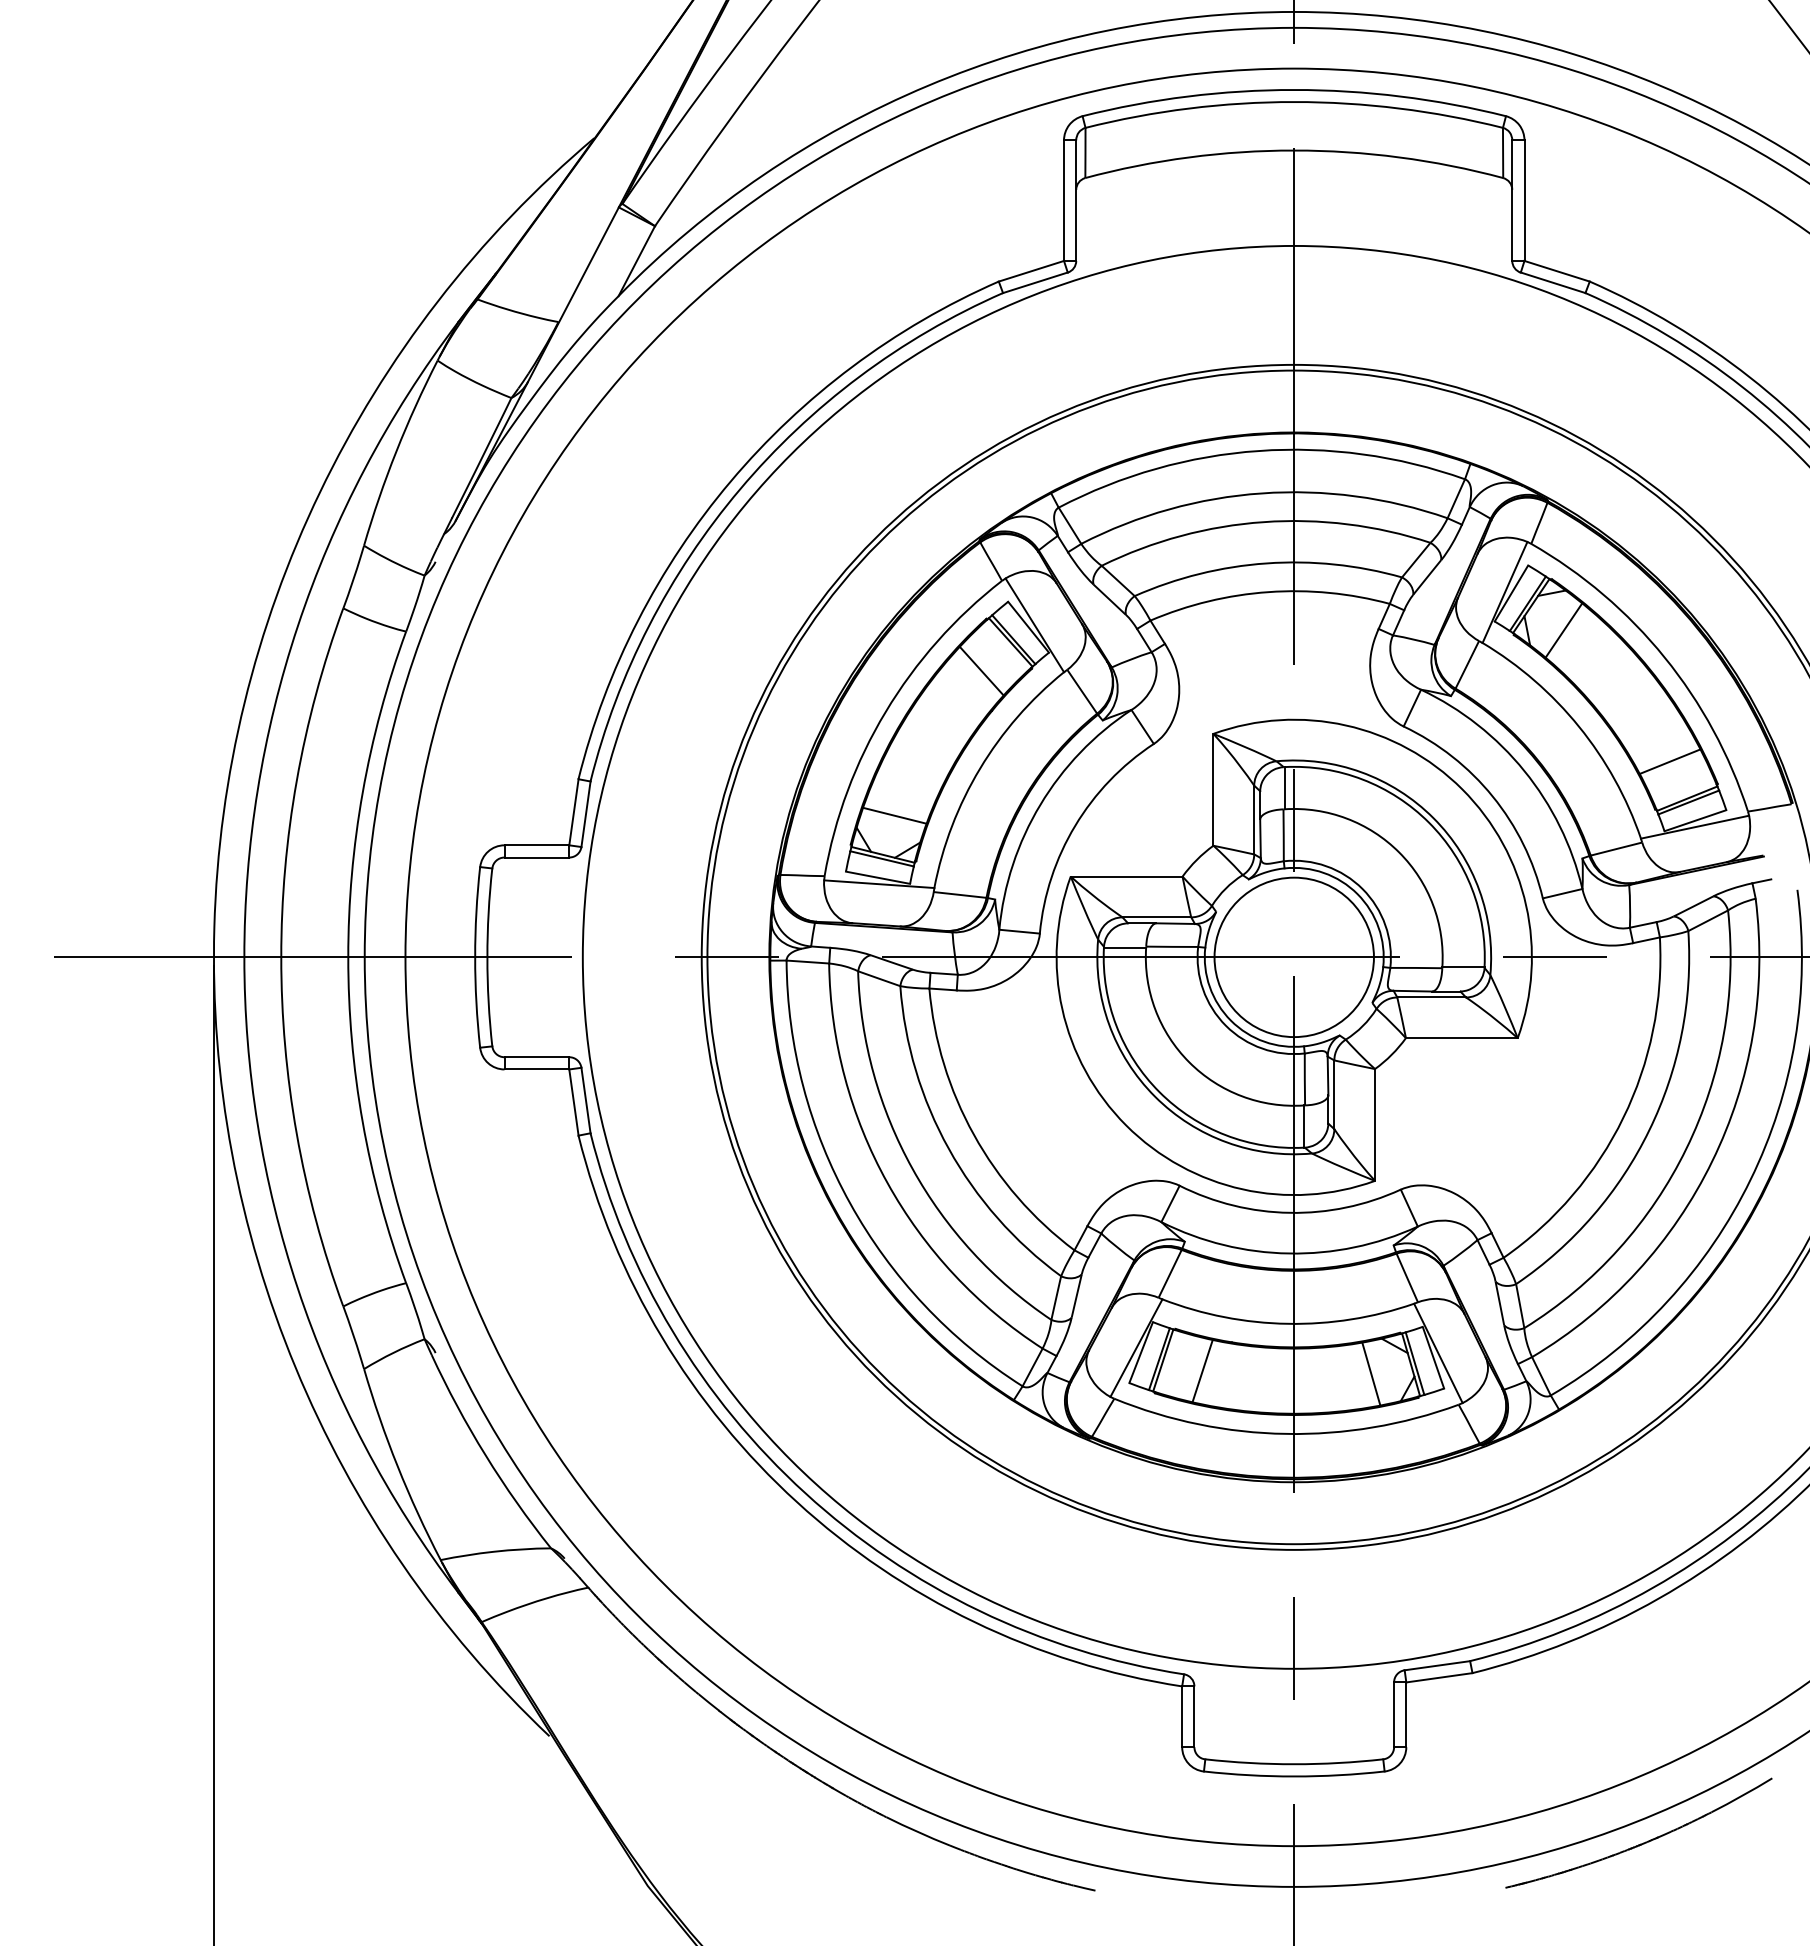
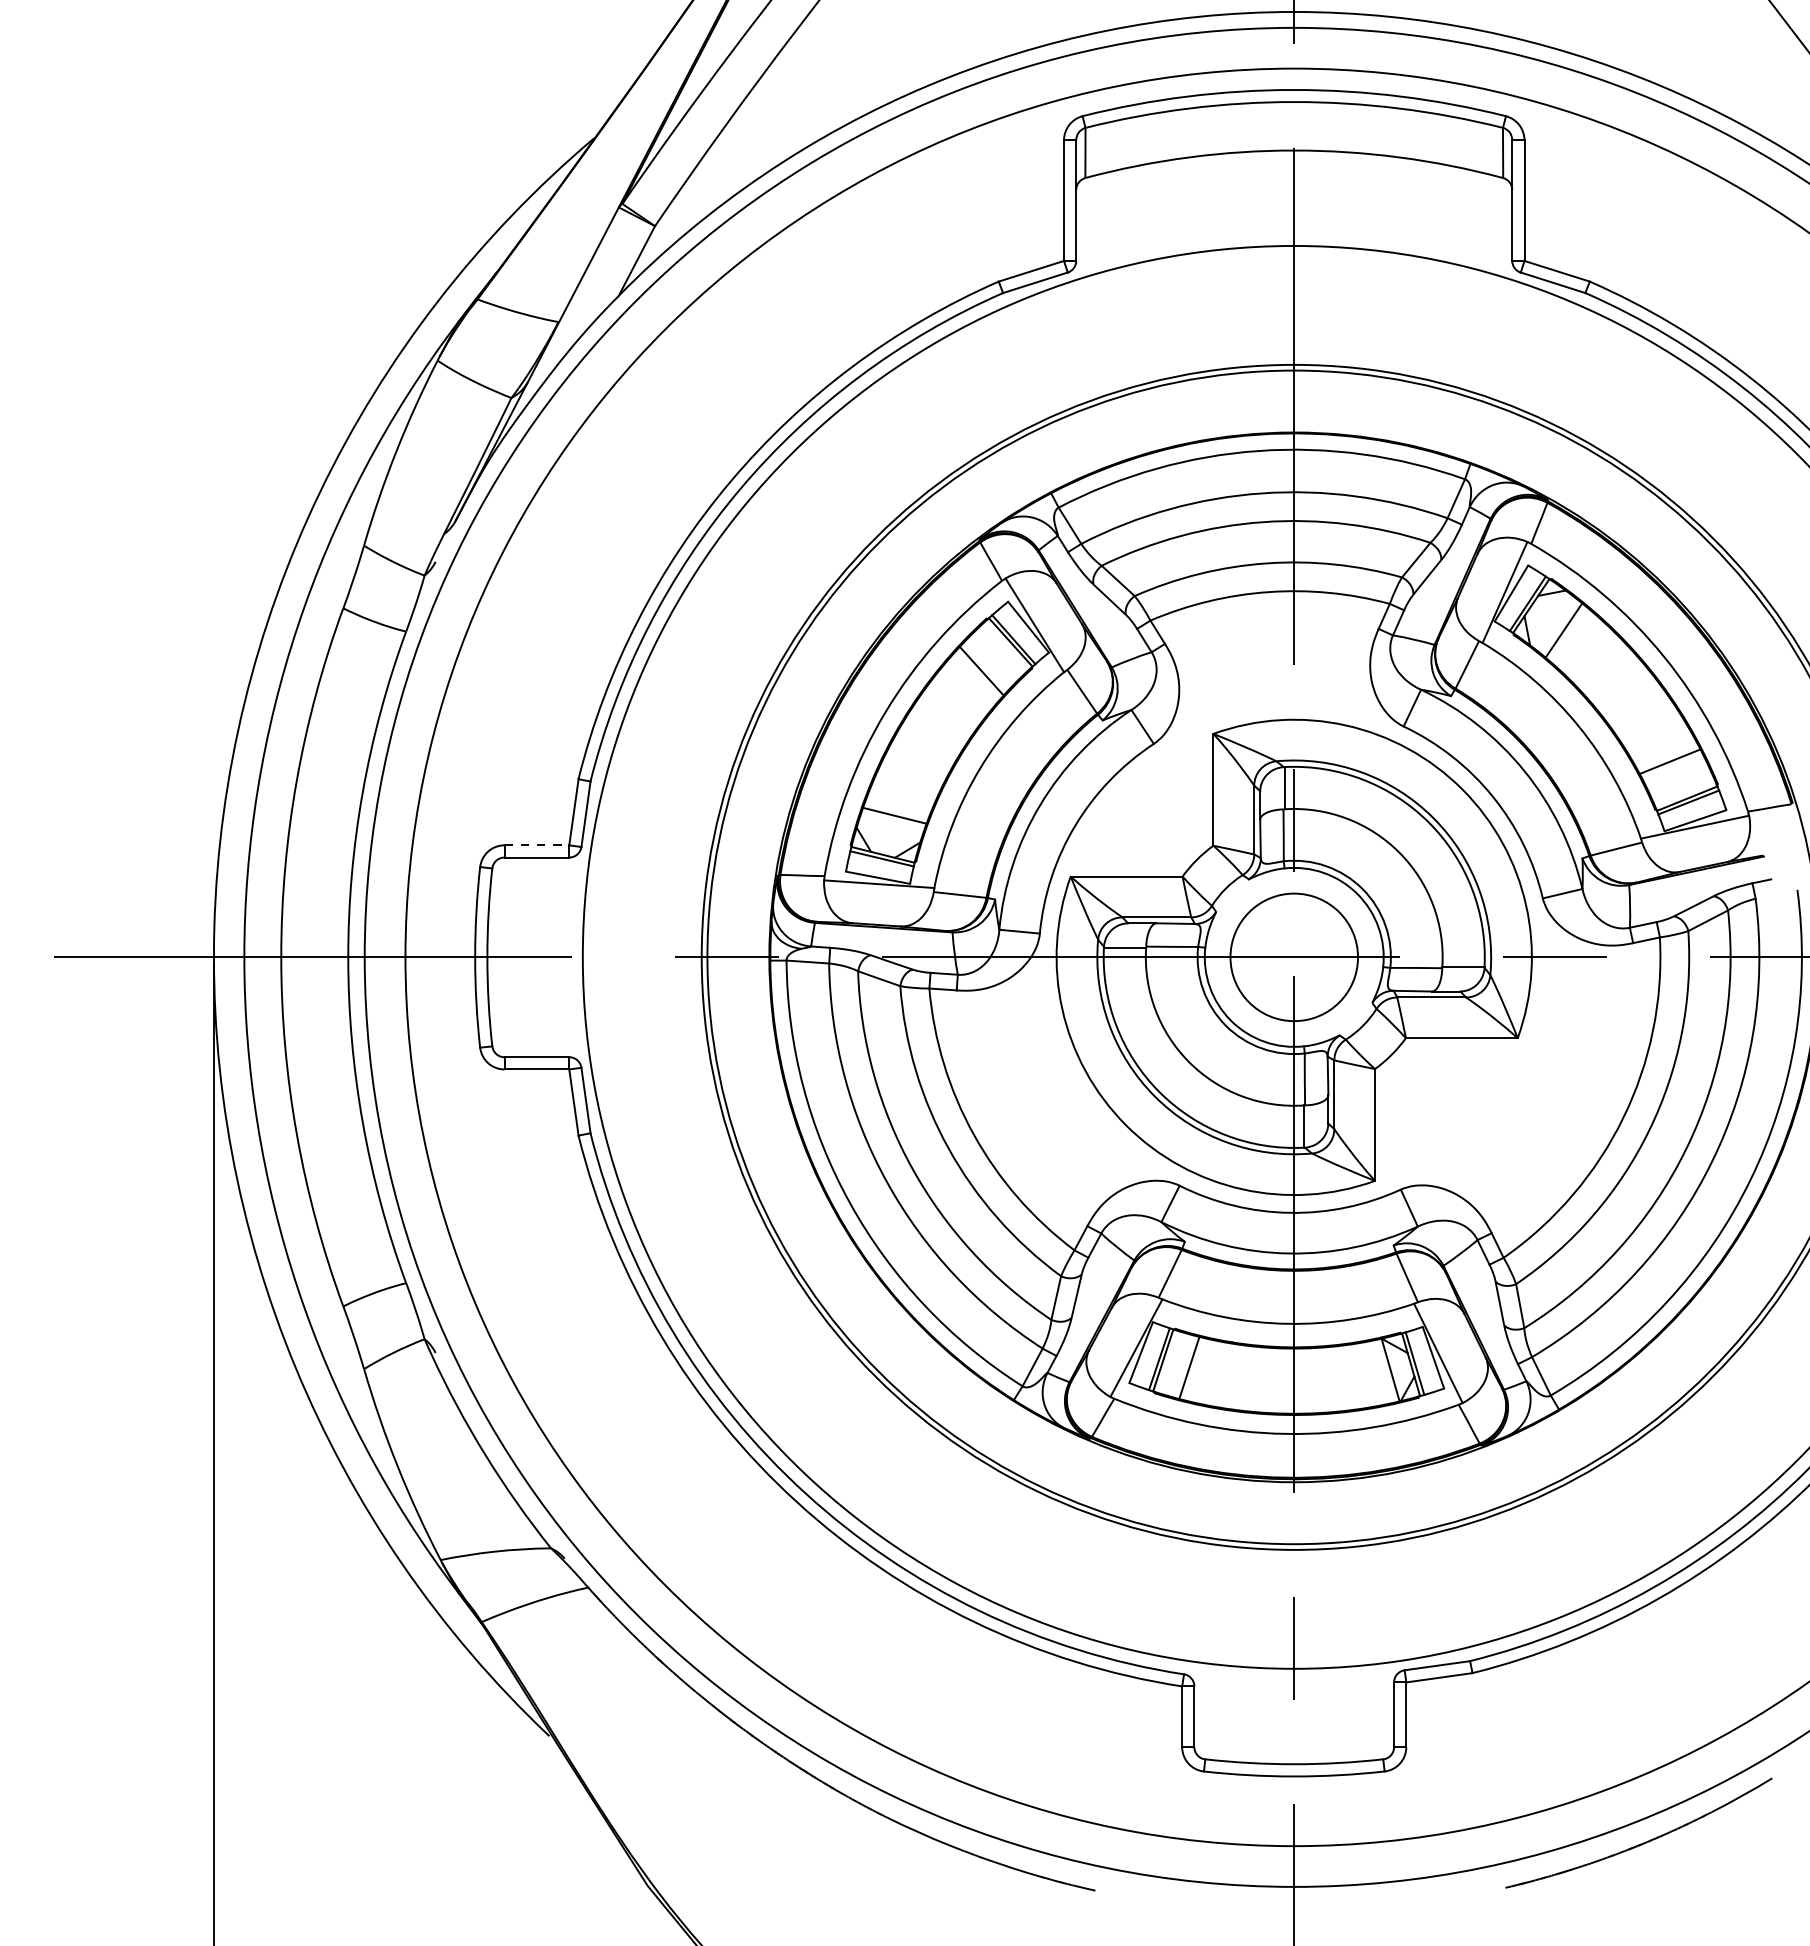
line at (537, 845): solid -> dashed
circle at (1293, 957) diameter: 159 px -> 128 px
line at (1202, 1371) position: (1202, 1371) -> (1189, 1367)
line at (1371, 1373) position: (1371, 1373) -> (1390, 1368)
